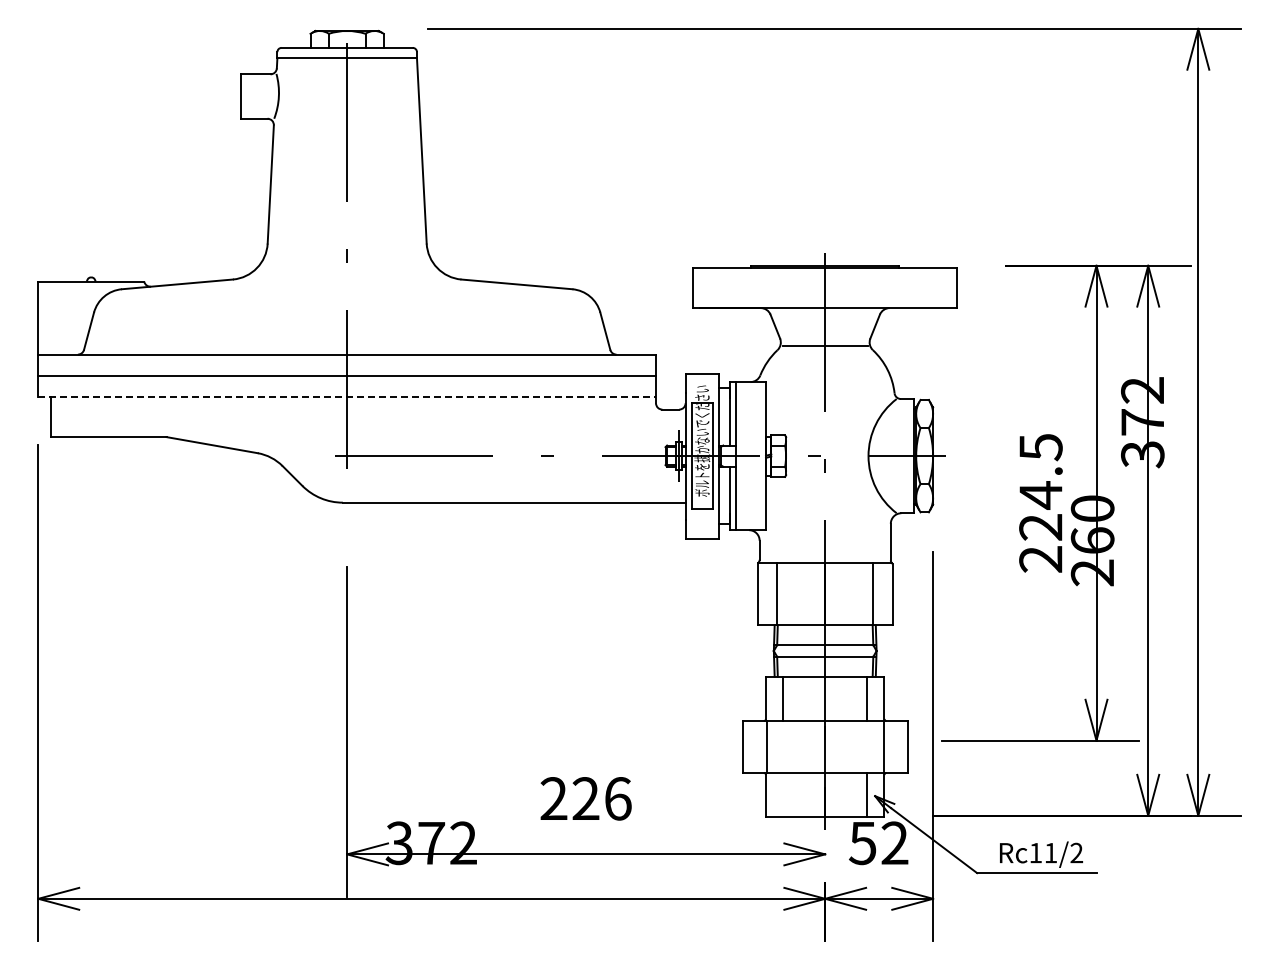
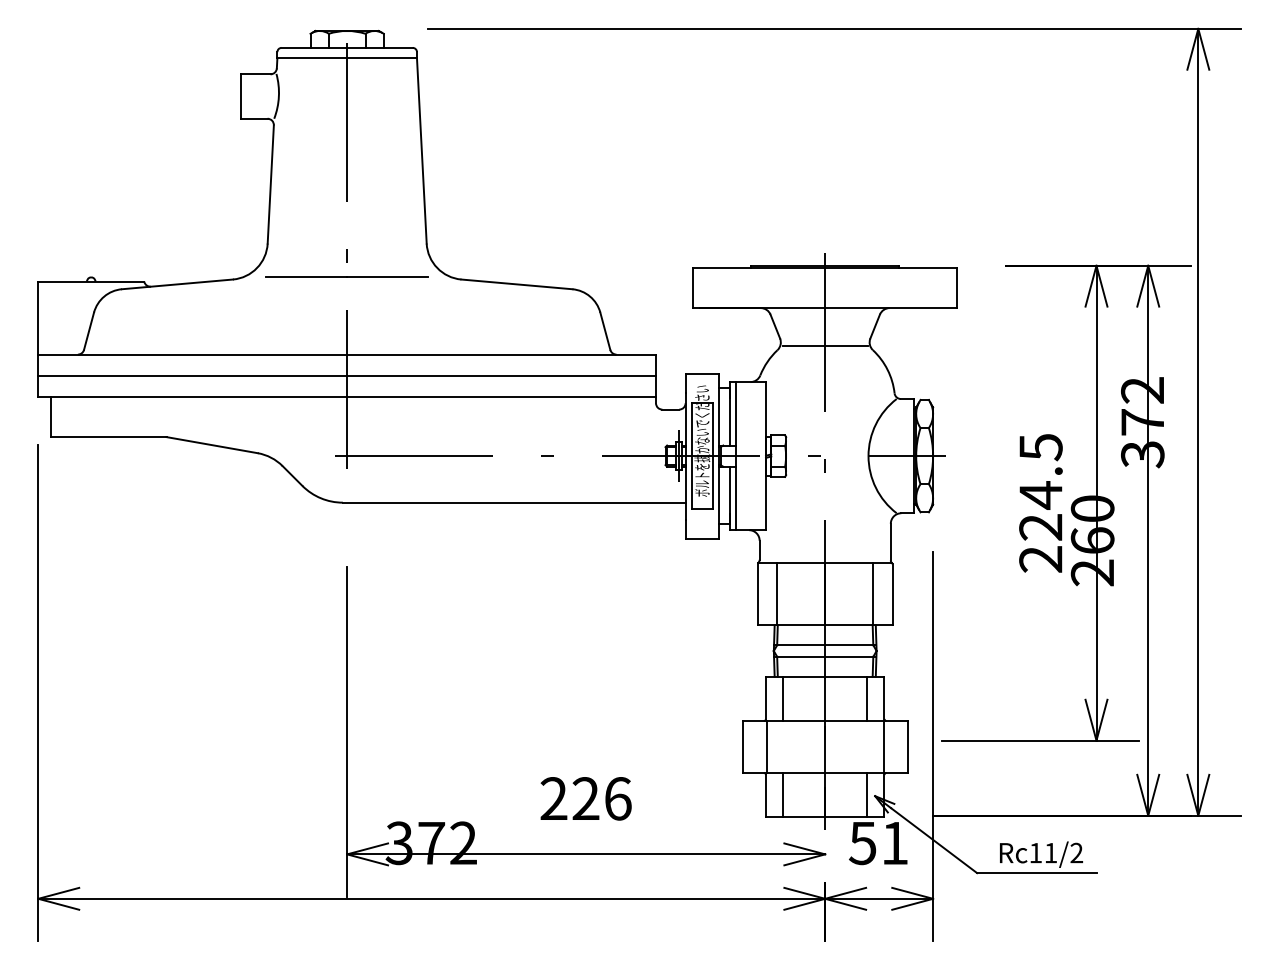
line at (346, 276): none -> present
line at (347, 396): dashed -> solid
line at (783, 794): none -> present
text at (894, 842): 52 -> 51
